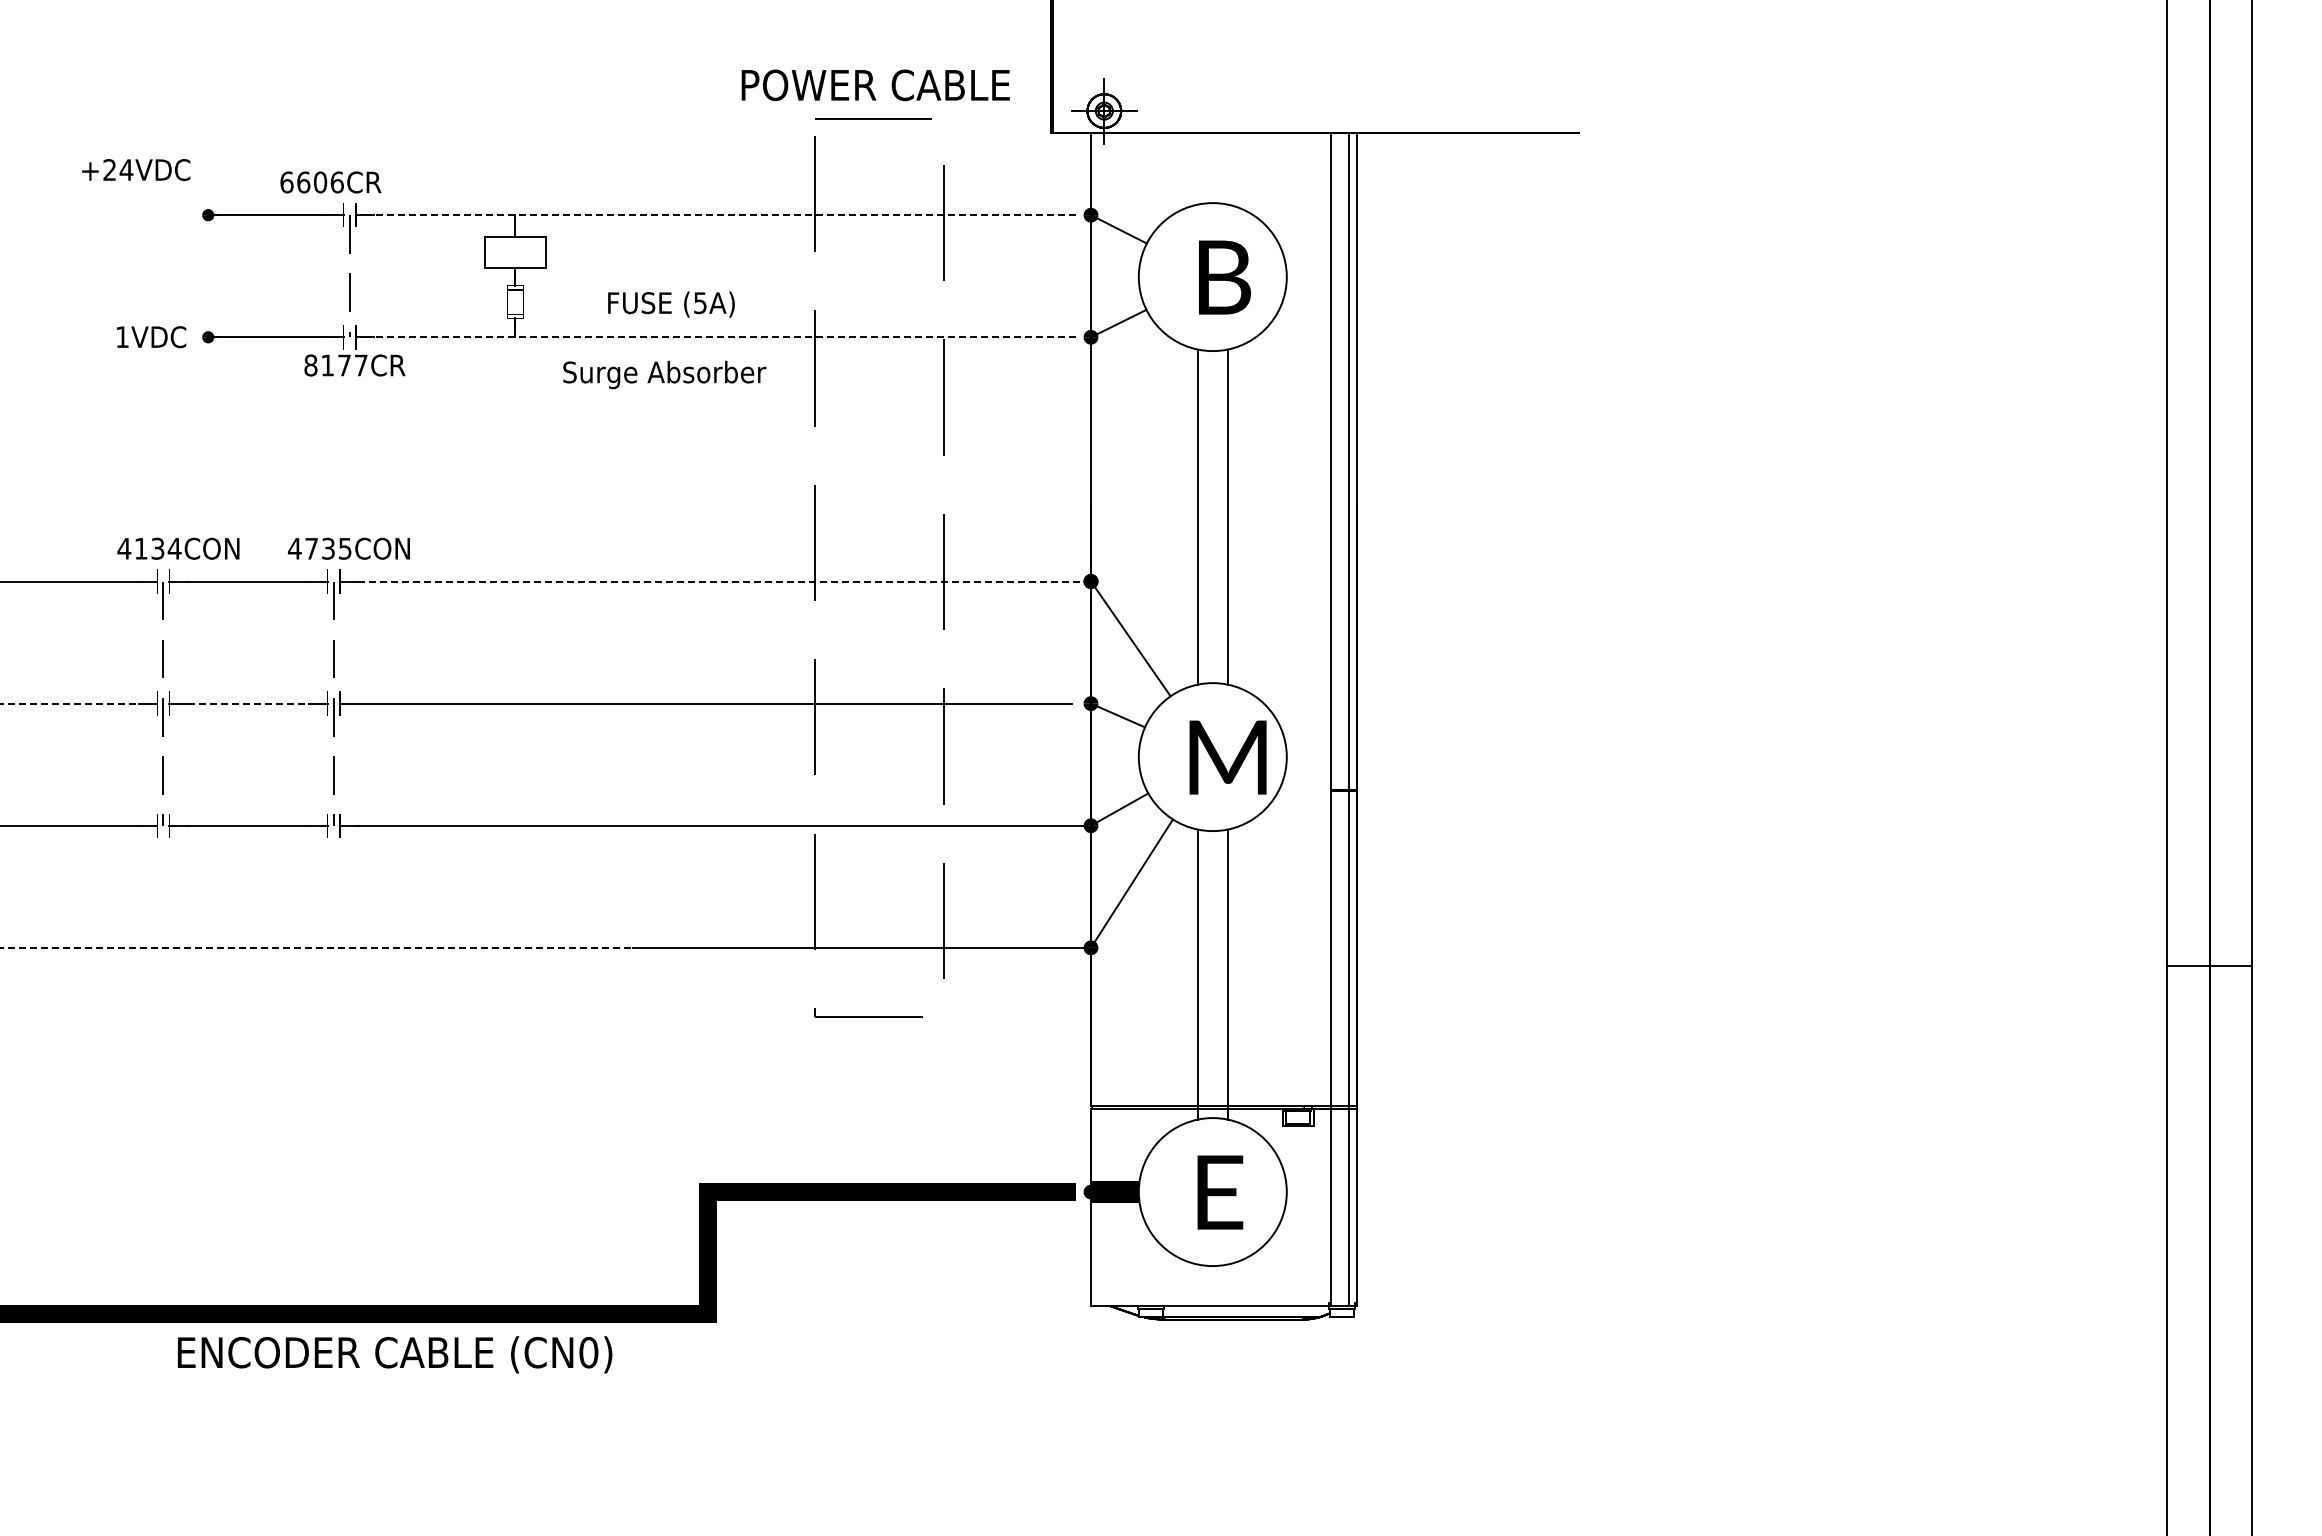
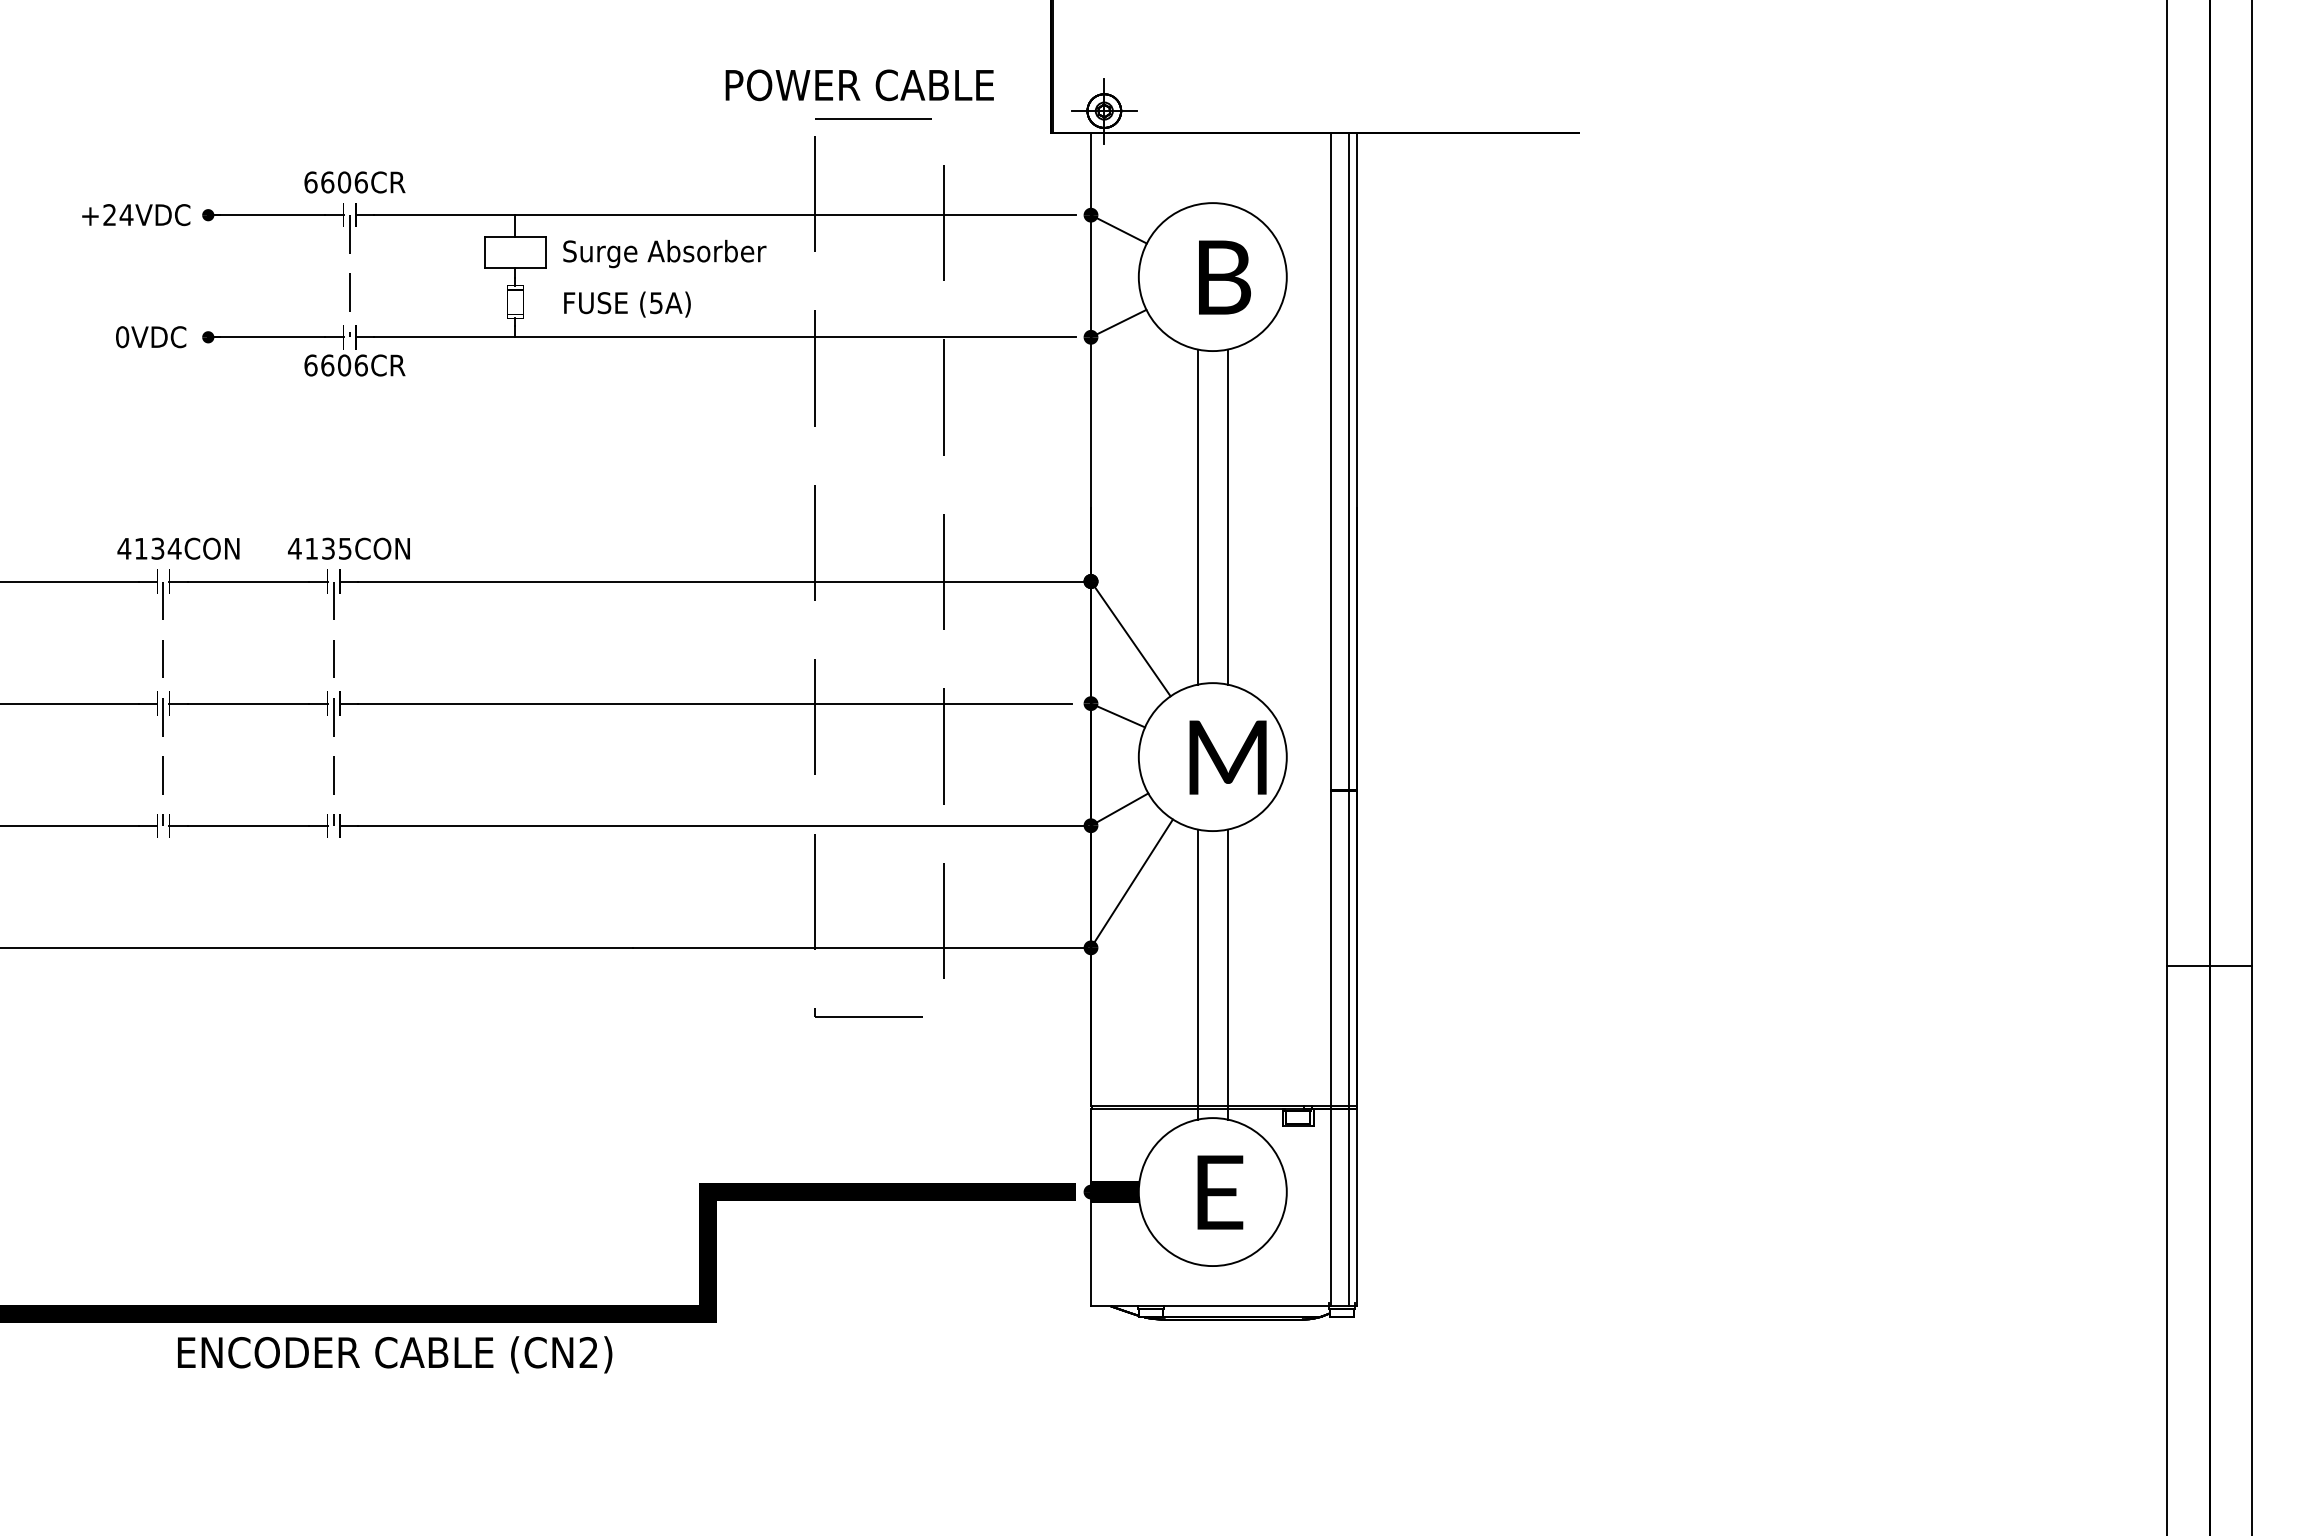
text at (875, 85) position: (875, 85) -> (859, 85)
text at (136, 170) position: (136, 170) -> (136, 215)
text at (330, 182) position: (330, 182) -> (354, 182)
line at (725, 215): dashed -> solid
text at (671, 304) position: (671, 304) -> (627, 304)
text at (122, 337): 1VDC -> 0VDC
line at (725, 337): dashed -> solid
text at (335, 365): 8177CR -> 6606CR
text at (664, 374) position: (664, 374) -> (664, 253)
text at (311, 548): 4735CON -> 4135CON
line at (722, 581): dashed -> solid
line at (70, 703): dashed -> solid
line at (248, 703): dashed -> solid
line at (316, 947): dashed -> solid
text at (588, 1352): (CN0) -> (CN2)
